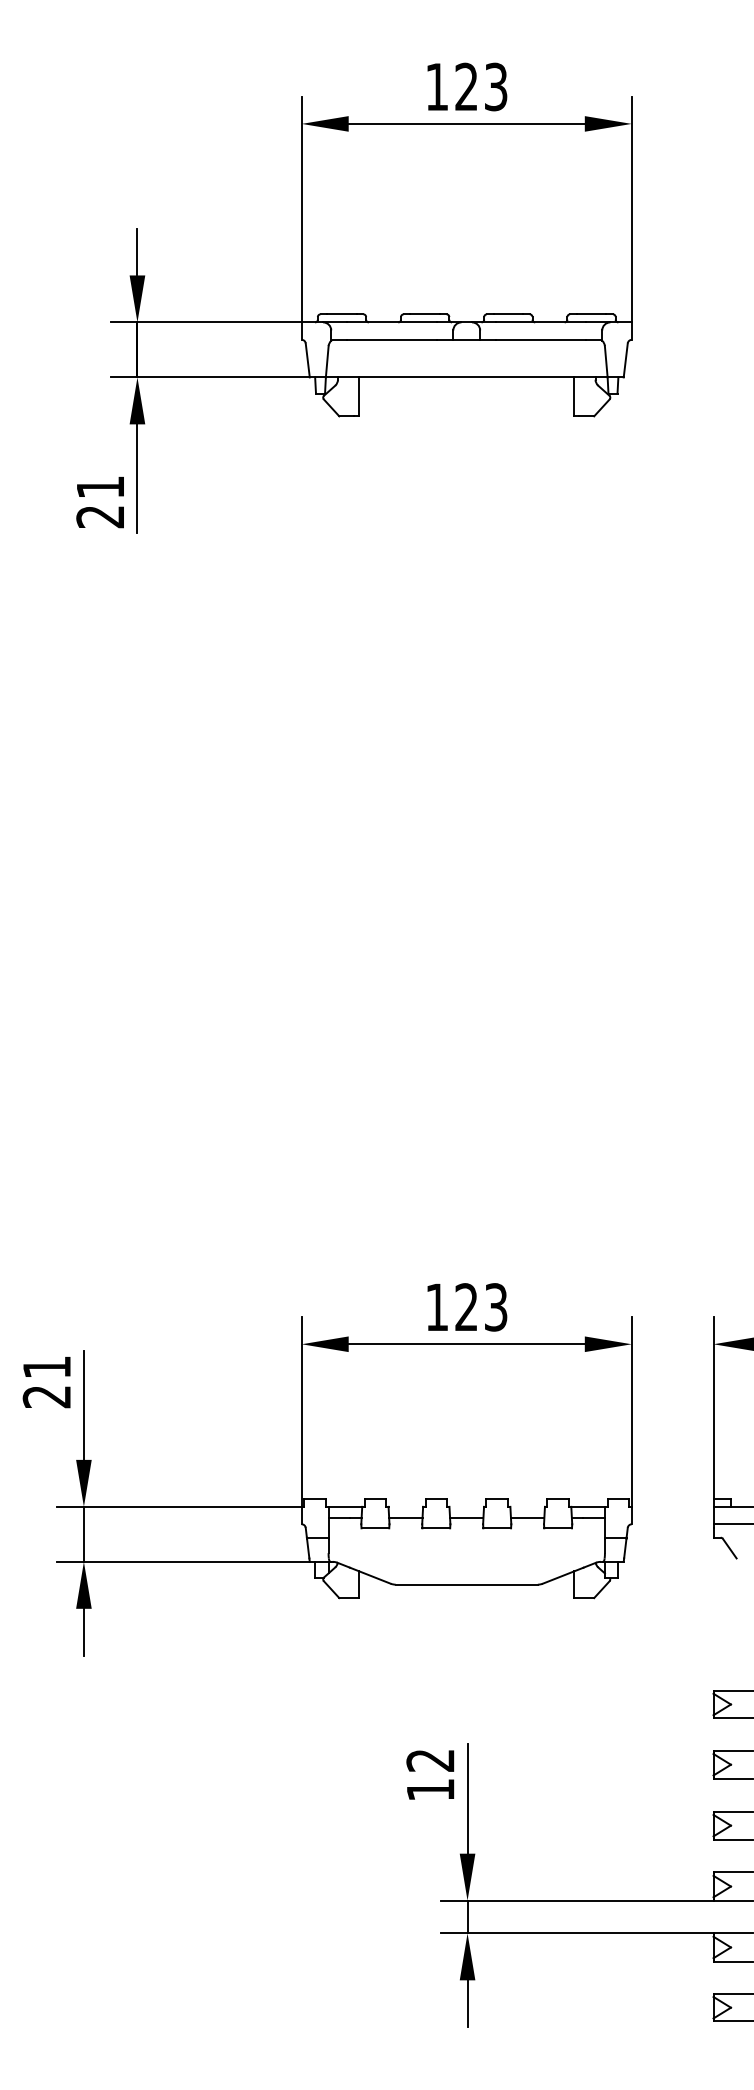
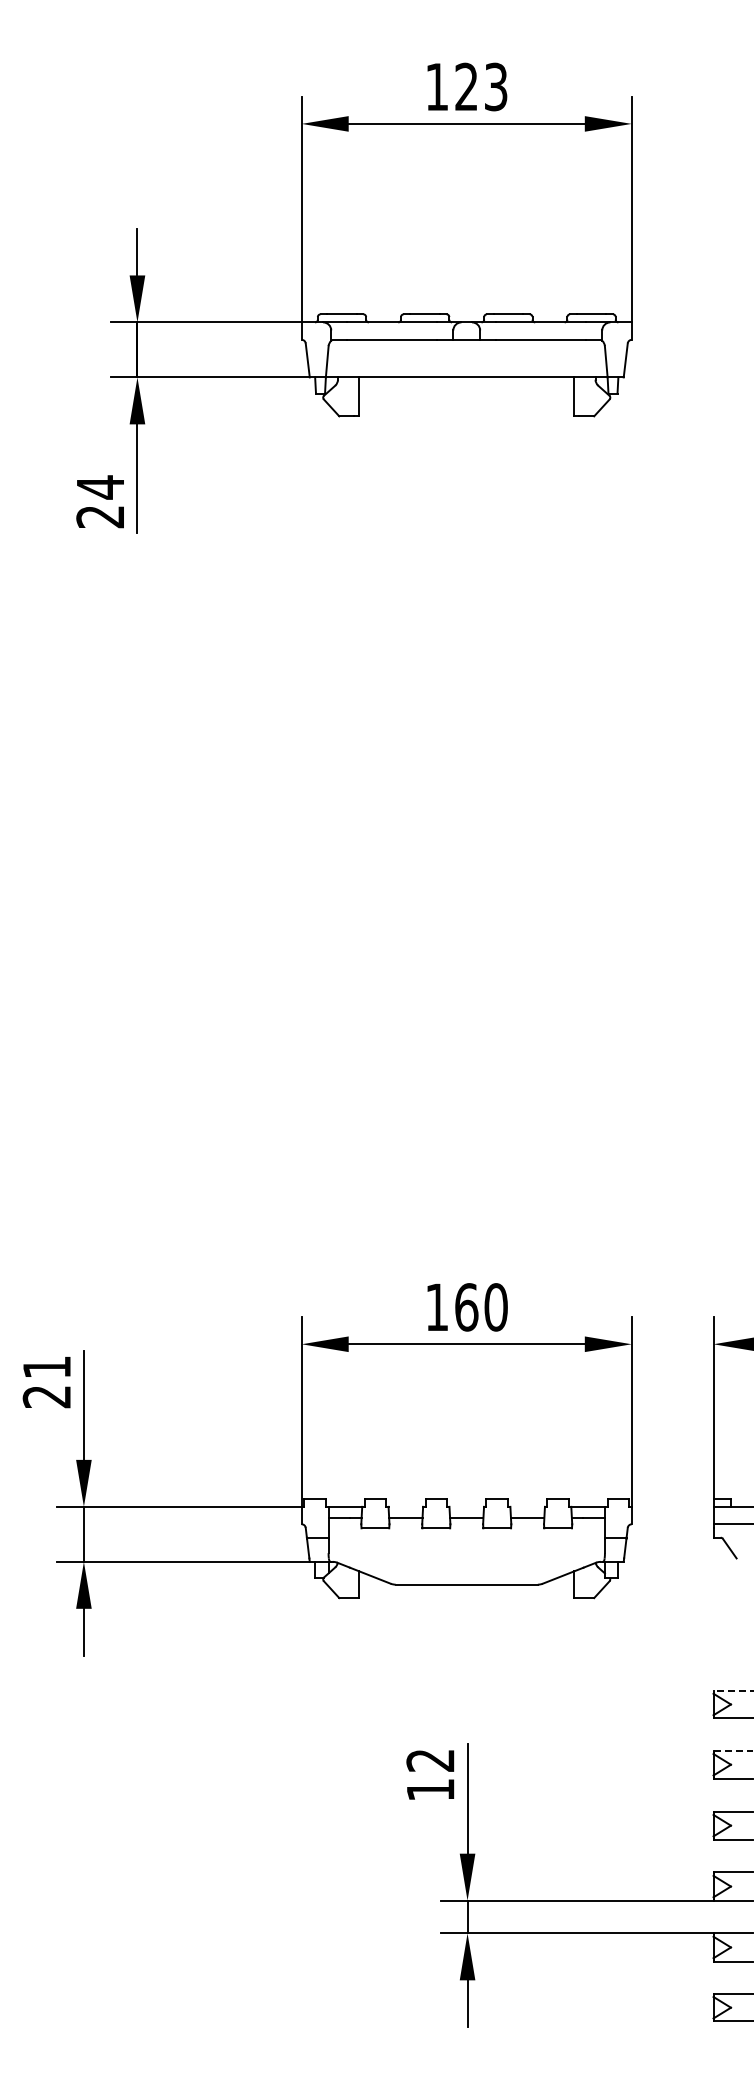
text at (100, 487): 21 -> 24
text at (481, 1307): 123 -> 160
line at (733, 1691): solid -> dashed
line at (733, 1750): solid -> dashed
